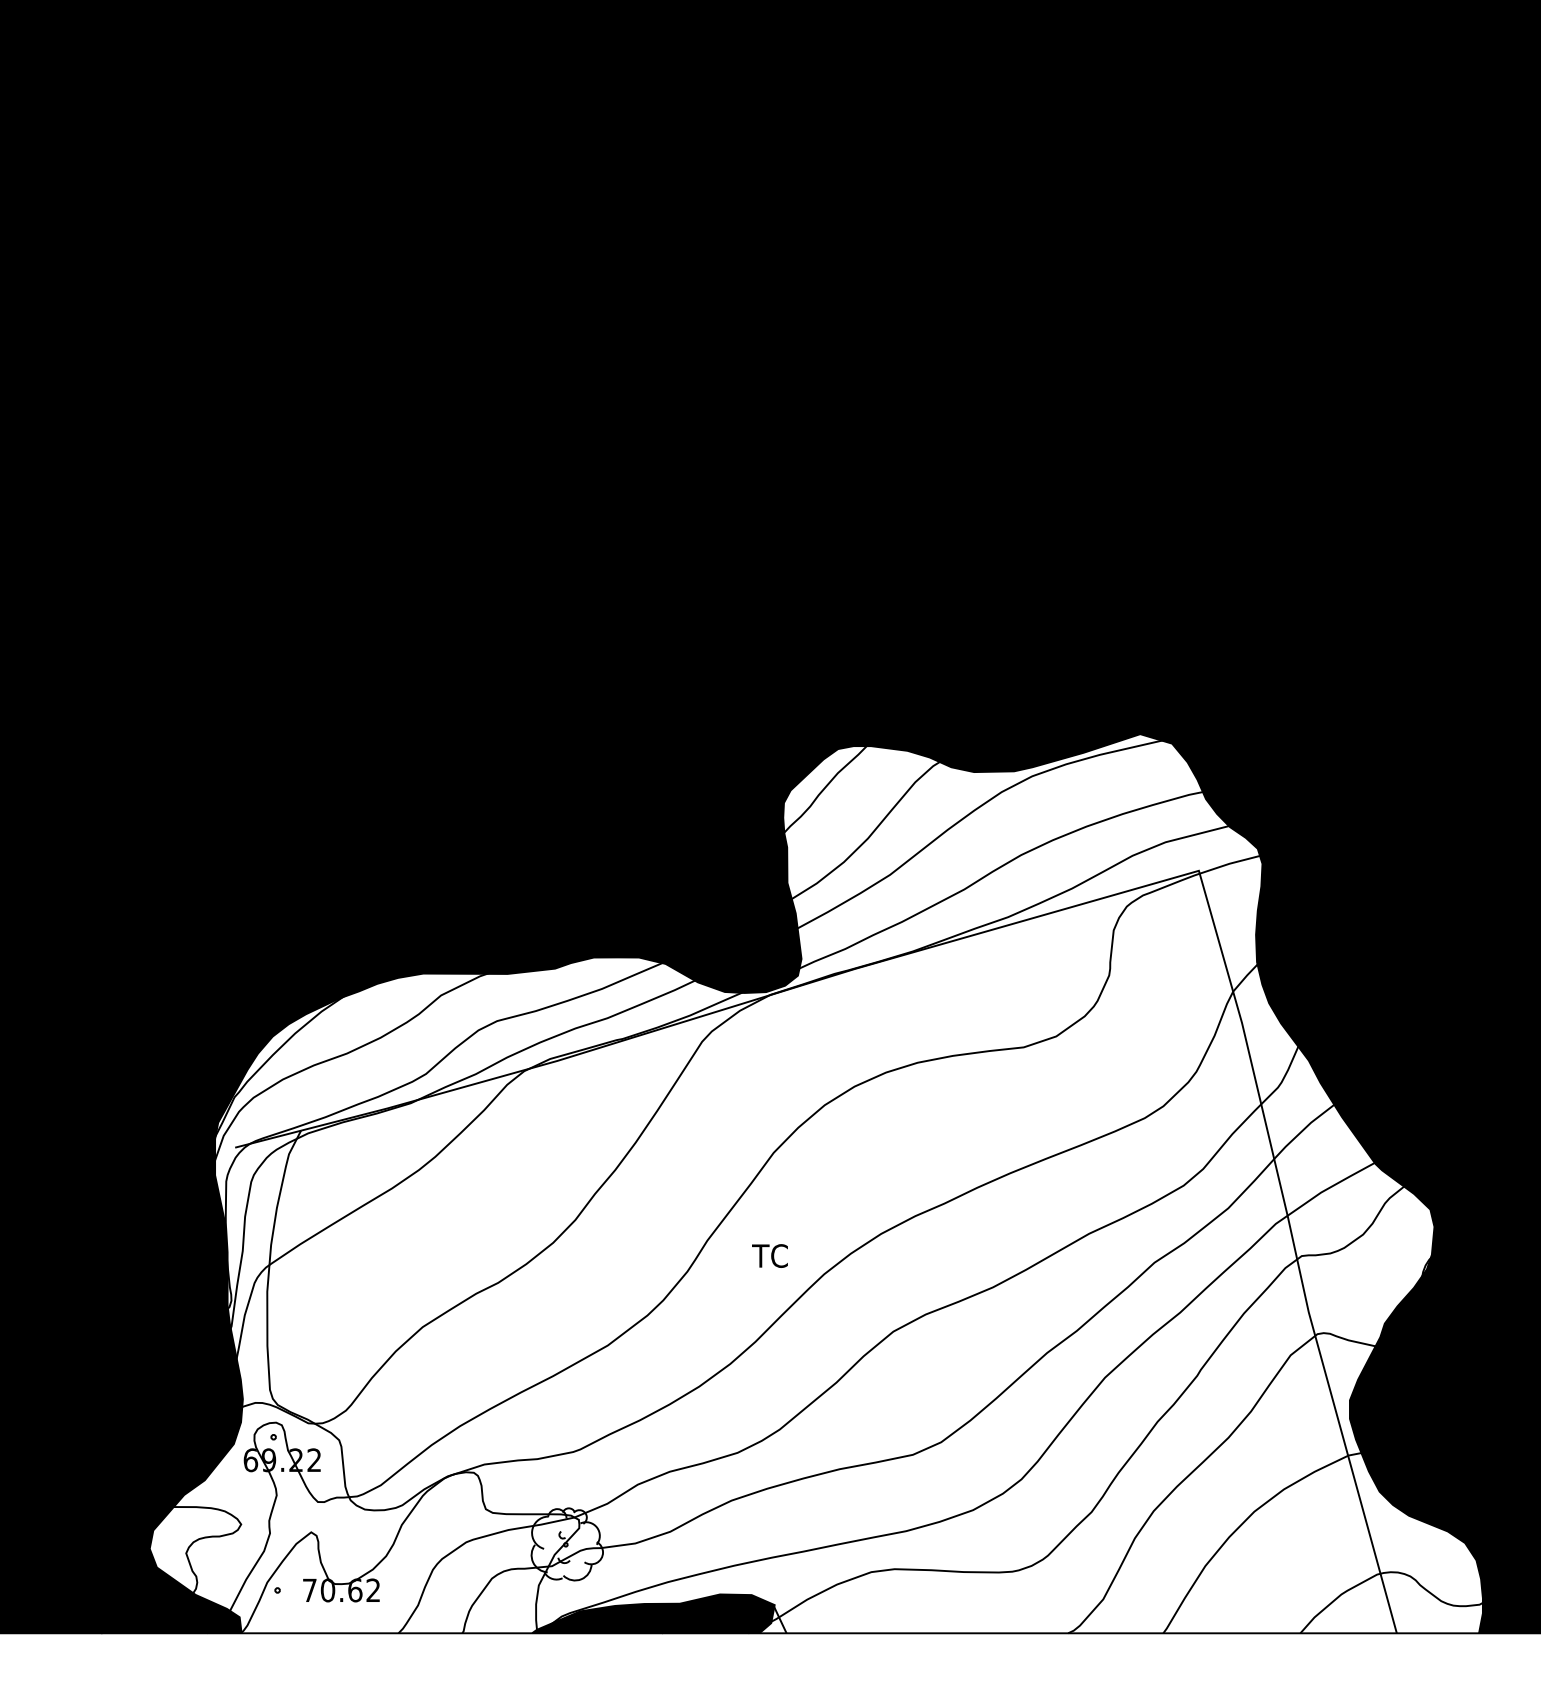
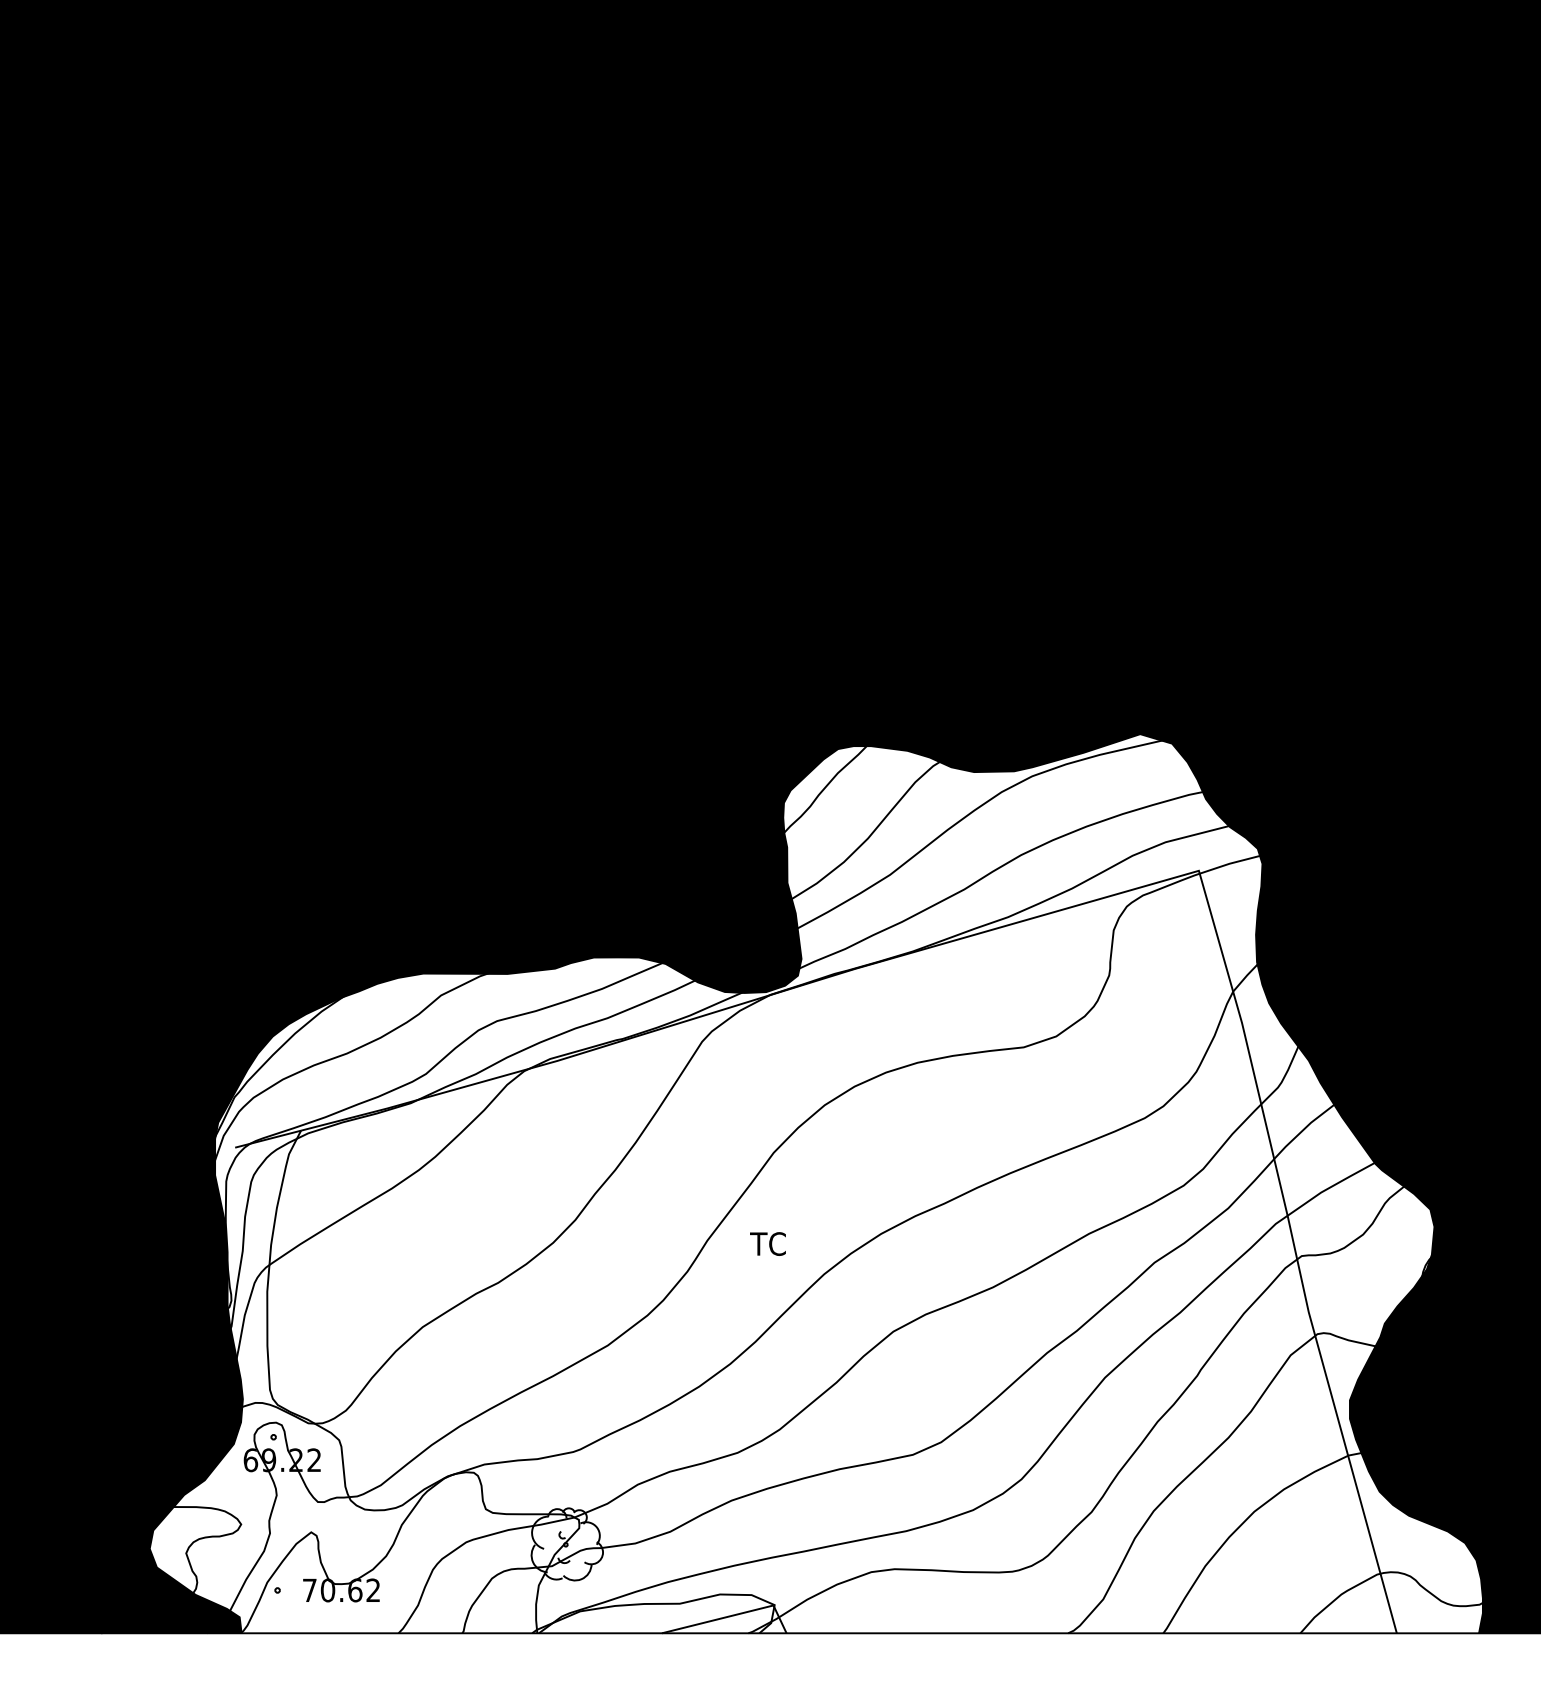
text at (769, 1255) position: (769, 1255) -> (767, 1243)
fill at (653, 1613): present -> none
